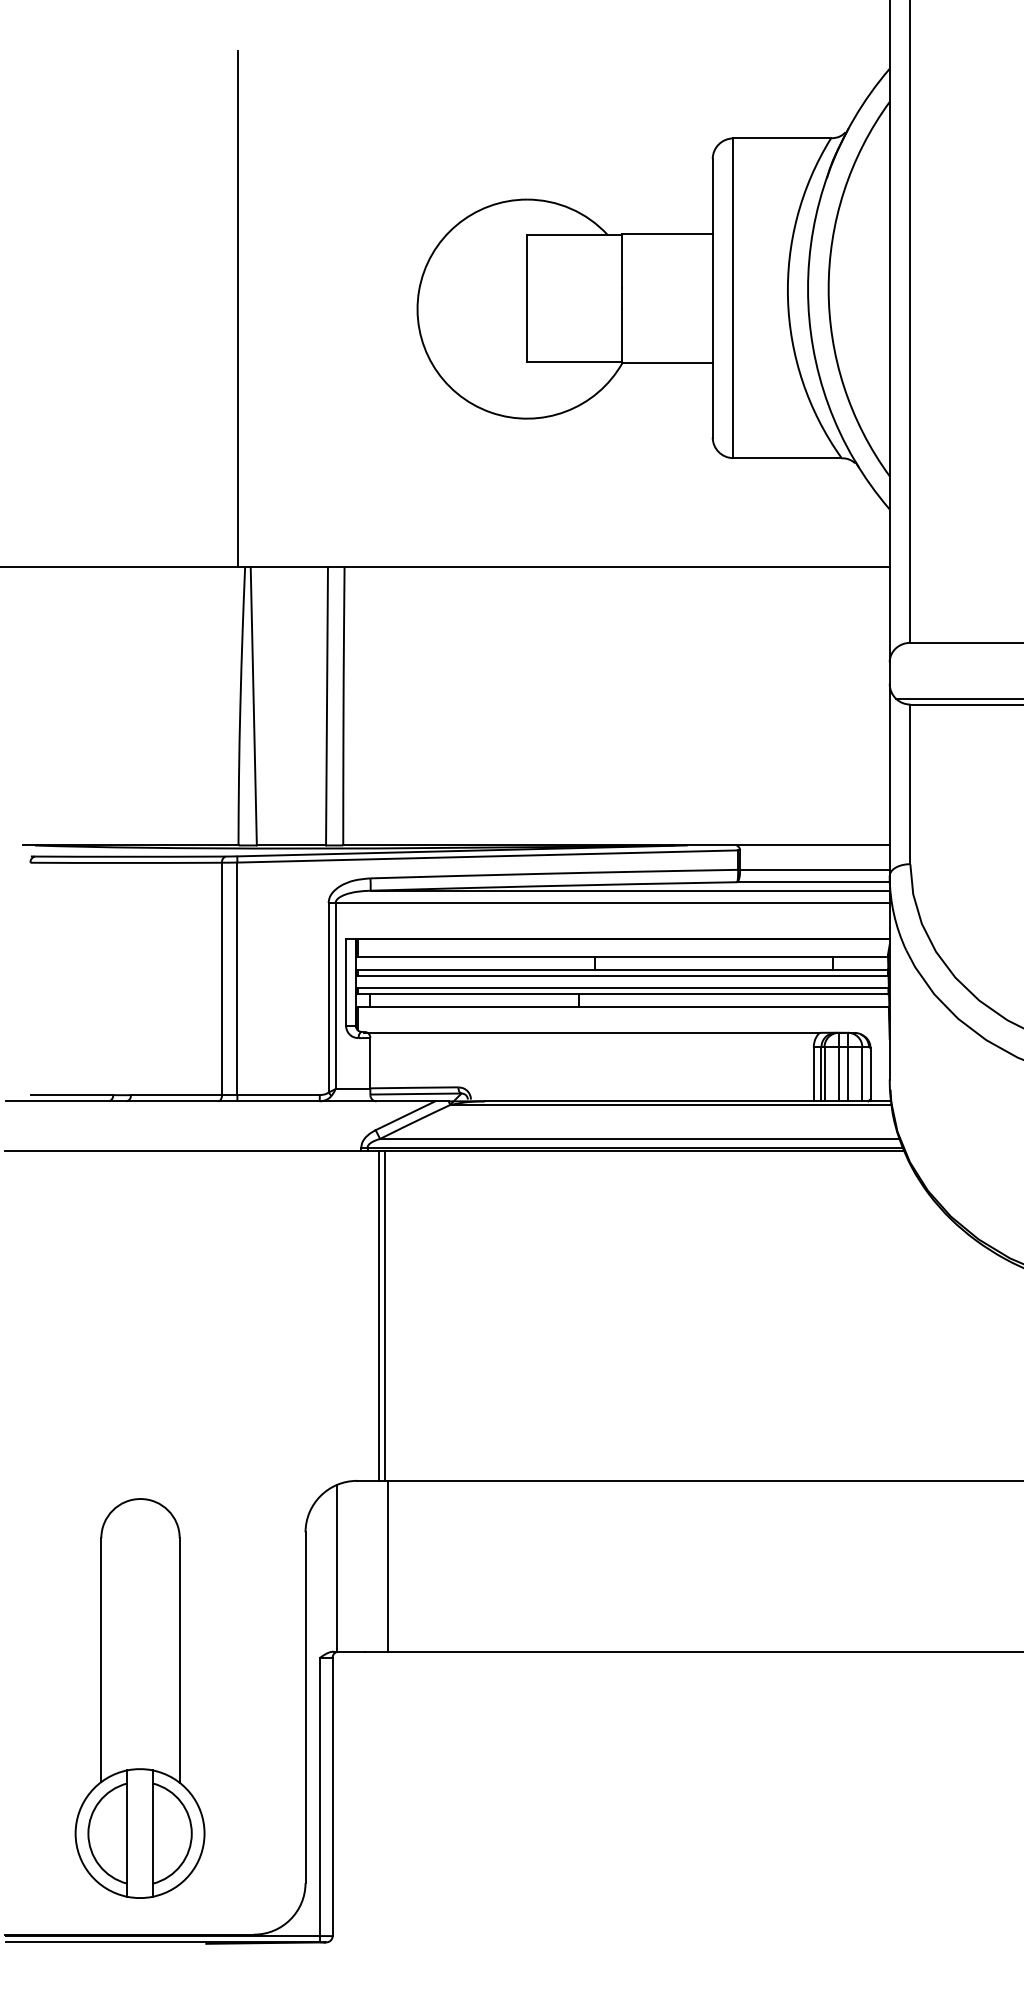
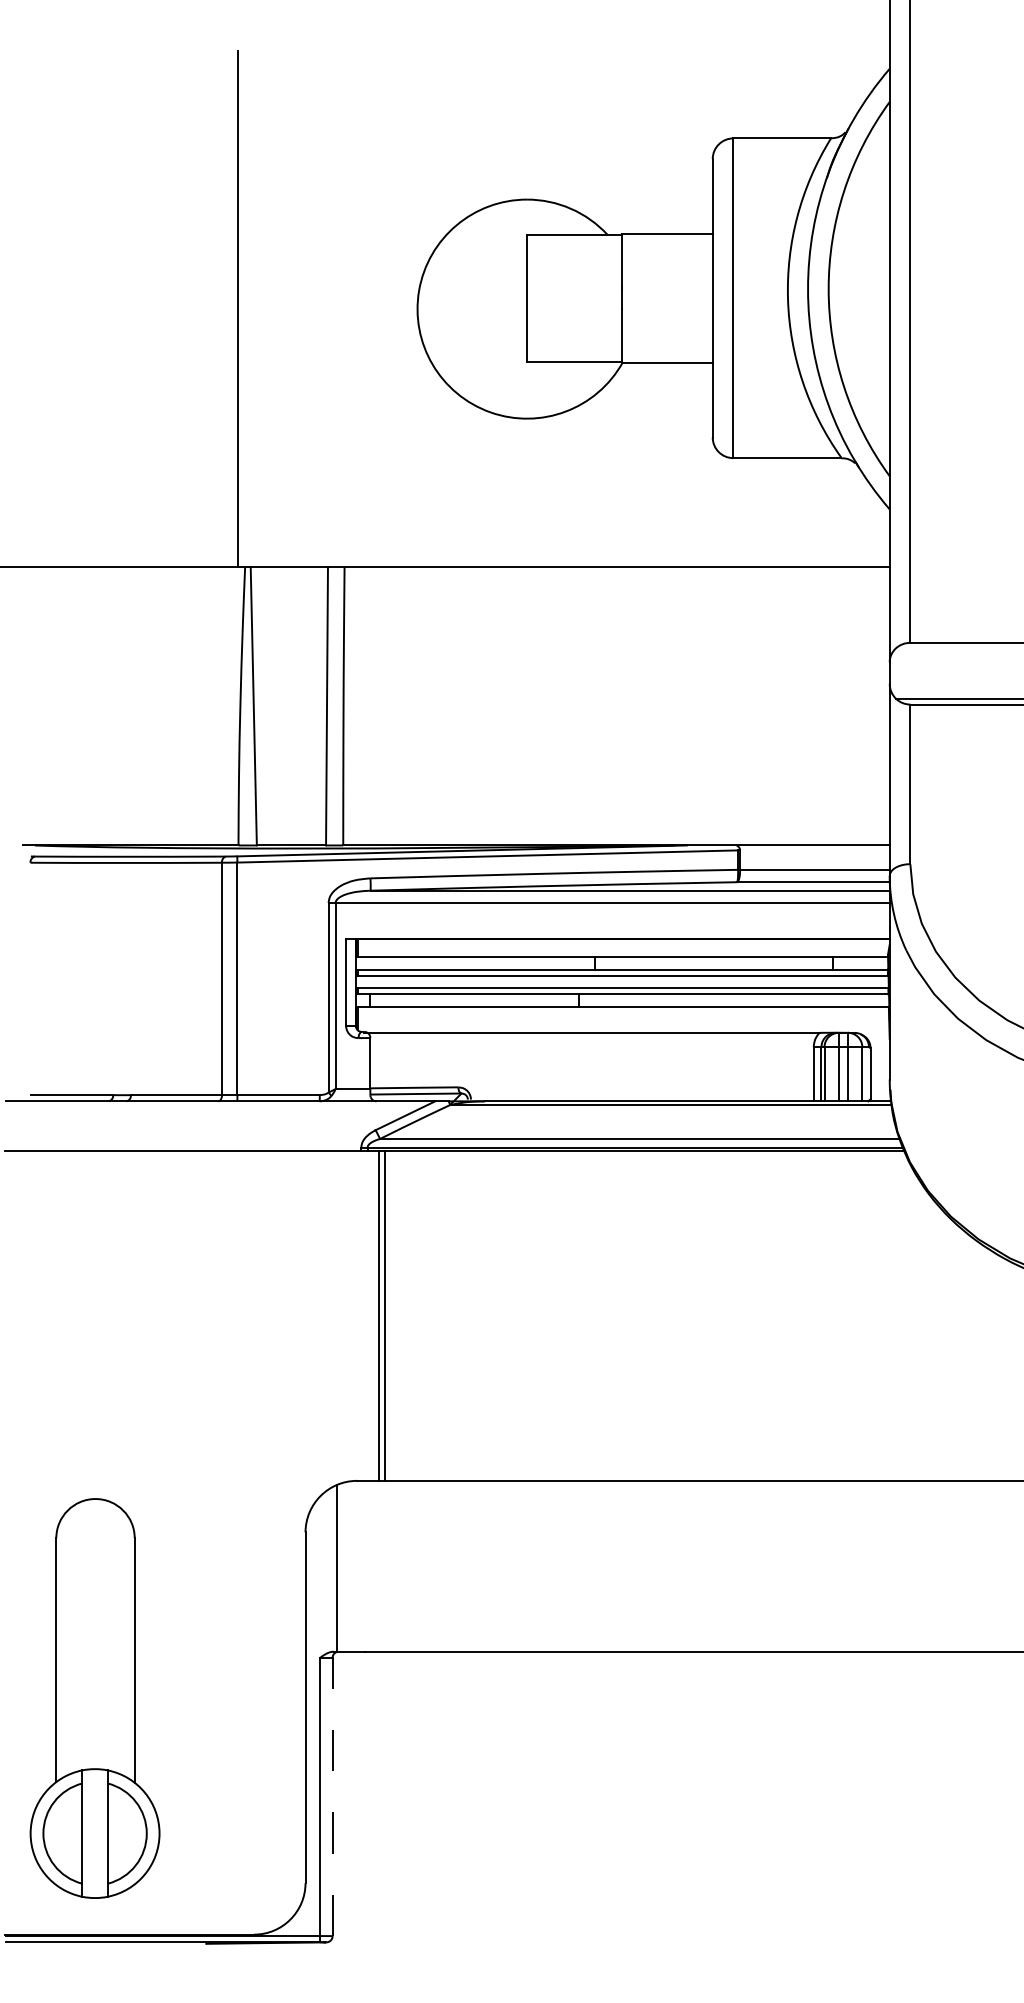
line at (387, 1565): present -> none
part at (139, 1698) position: (139, 1698) -> (94, 1698)
line at (332, 1796): solid -> dashed
